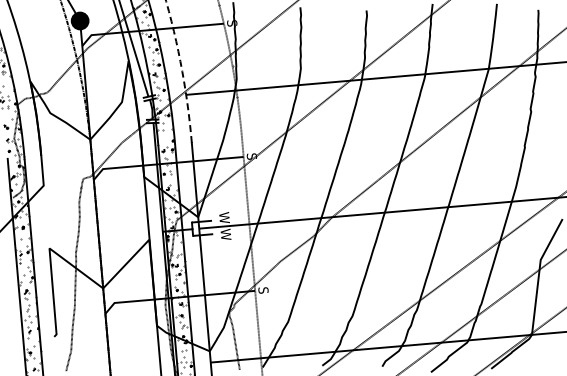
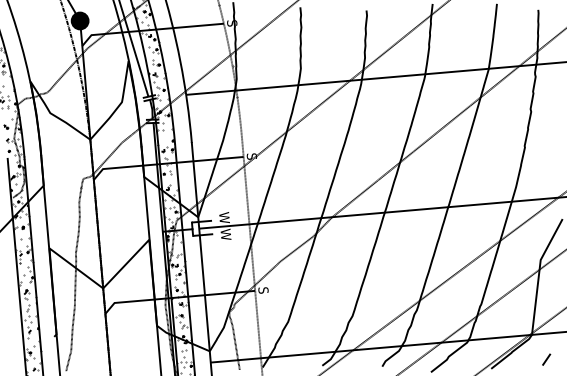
arc at (181, 70): dashed -> solid
line at (50, 264): none -> present
line at (546, 359): none -> present
